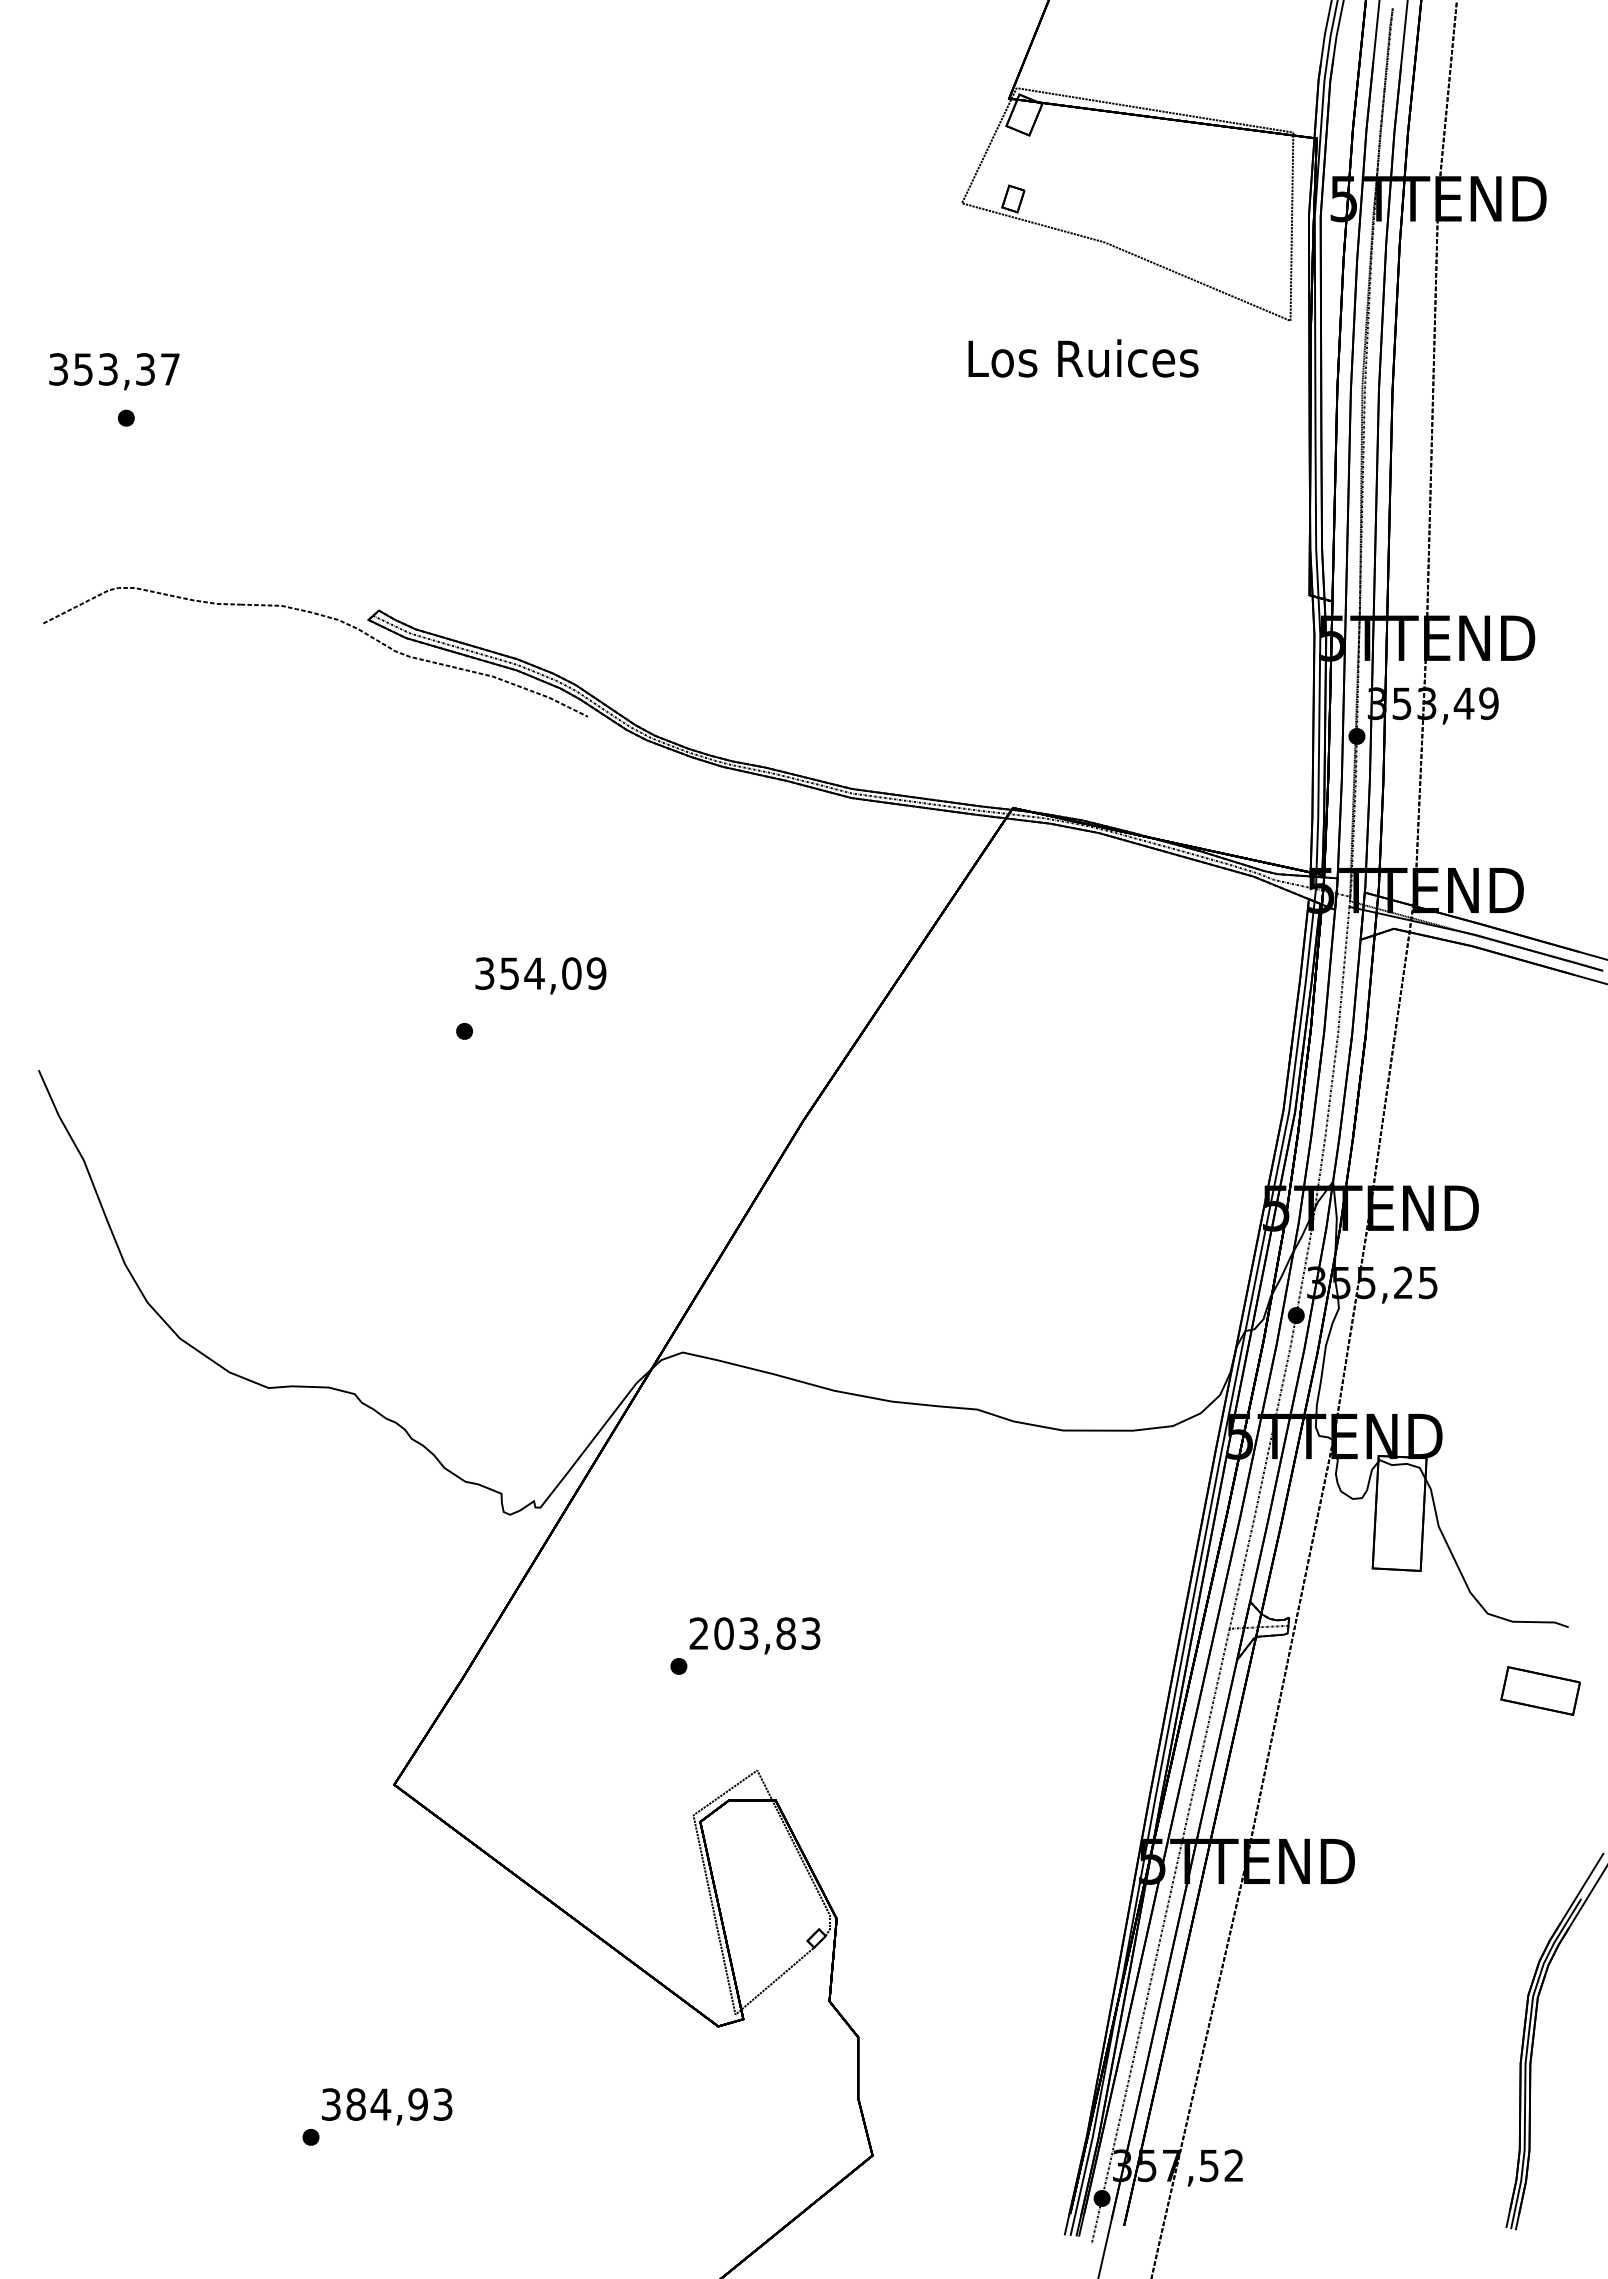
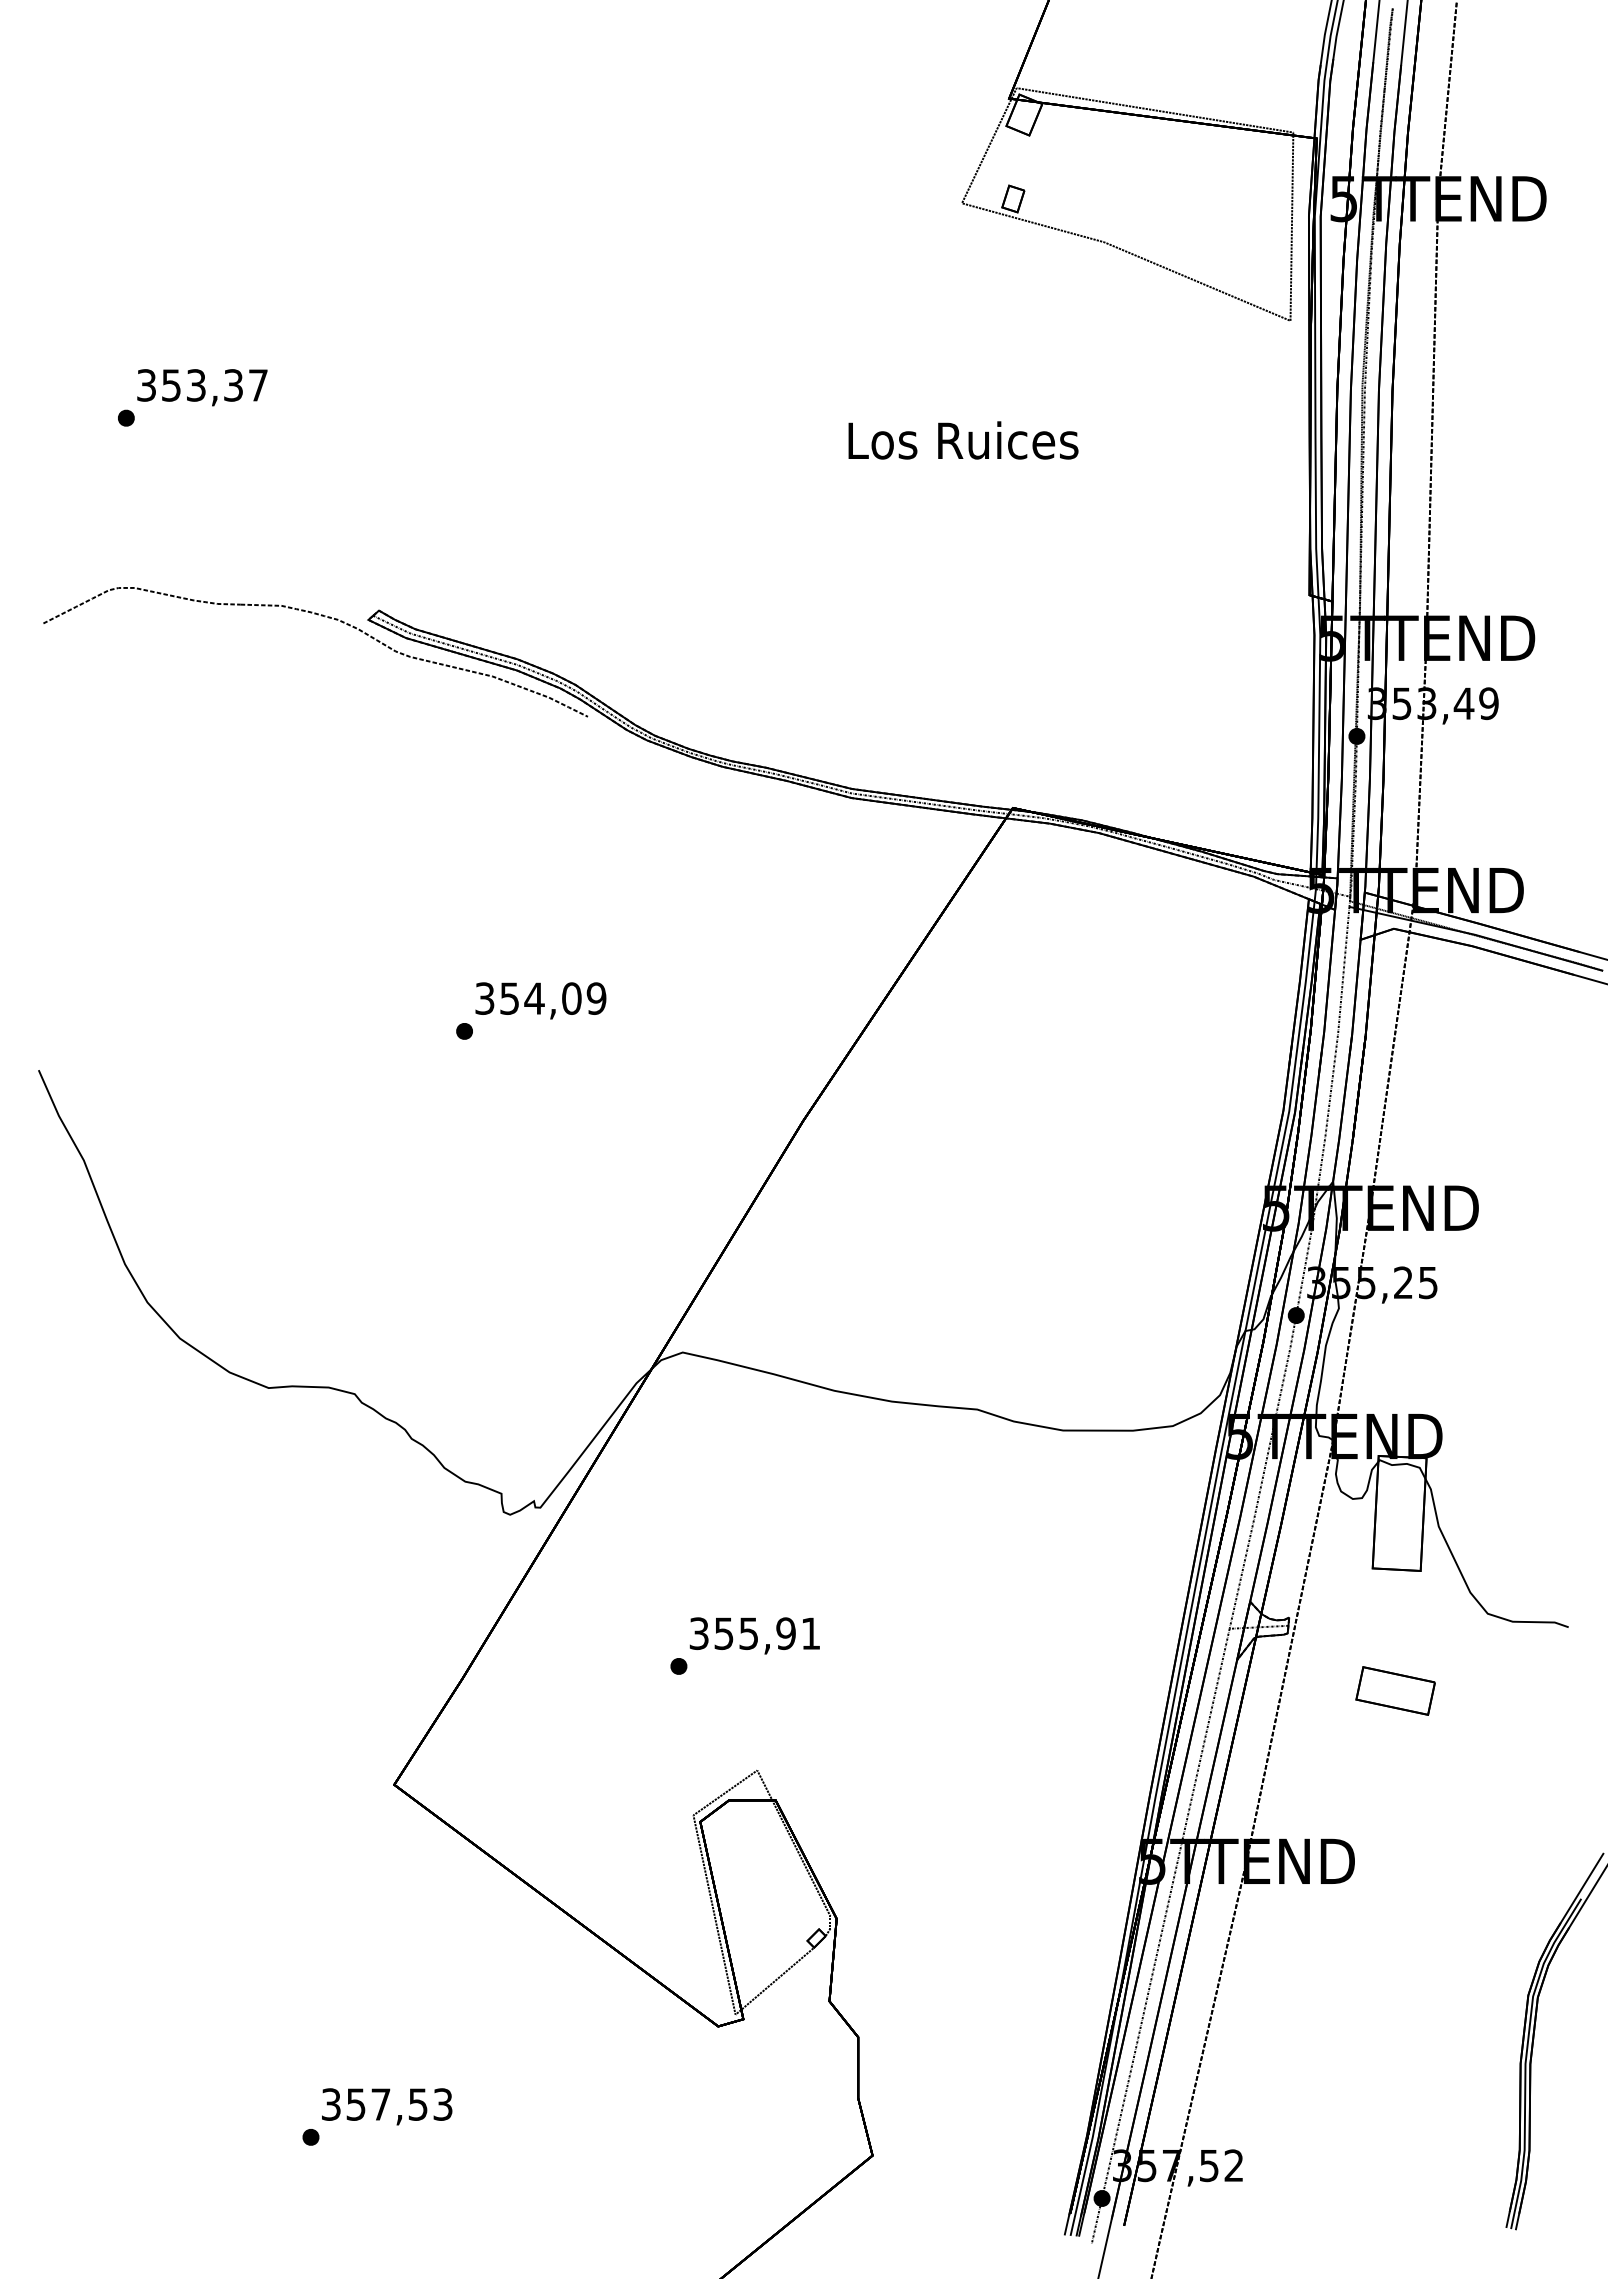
text at (1083, 358) position: (1083, 358) -> (963, 440)
text at (114, 371) position: (114, 371) -> (202, 387)
text at (540, 975) position: (540, 975) -> (540, 1000)
text at (754, 1633): 203,83 -> 355,91
part at (1540, 1690) position: (1540, 1690) -> (1395, 1690)
text at (386, 2104): 384,93 -> 357,53
